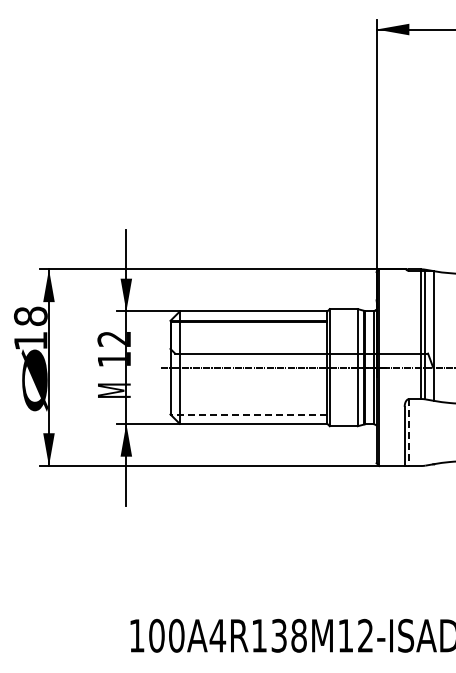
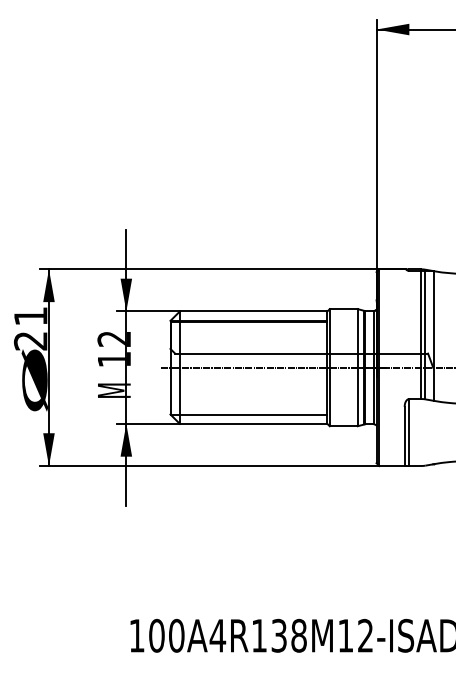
text at (30, 328): 18 -> 21
line at (248, 414): dashed -> solid
line at (409, 433): dashed -> solid
